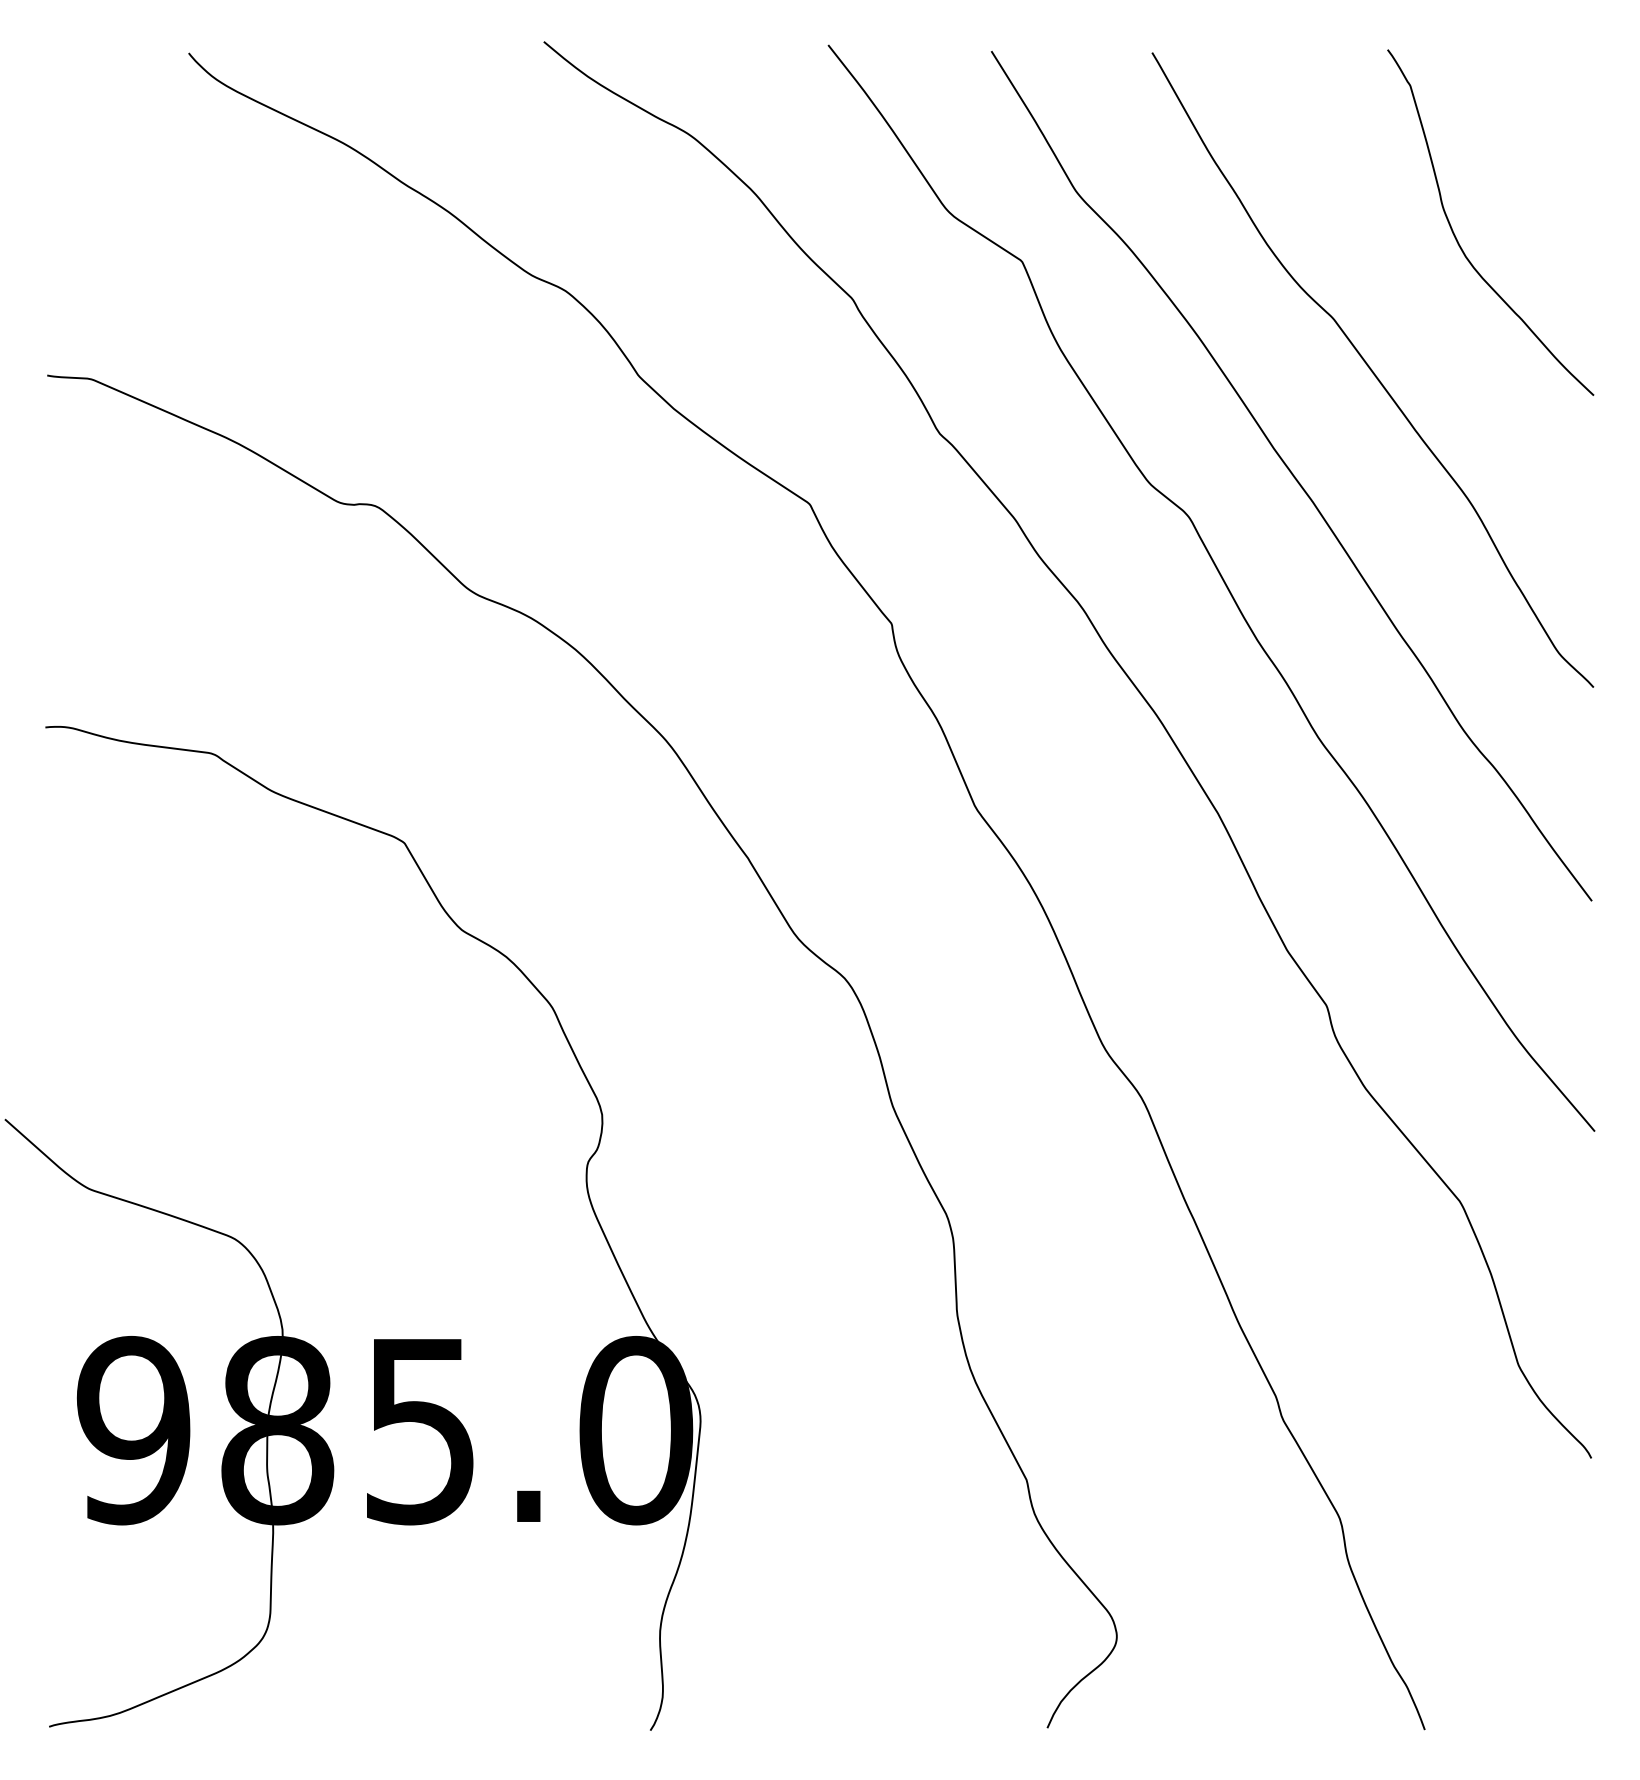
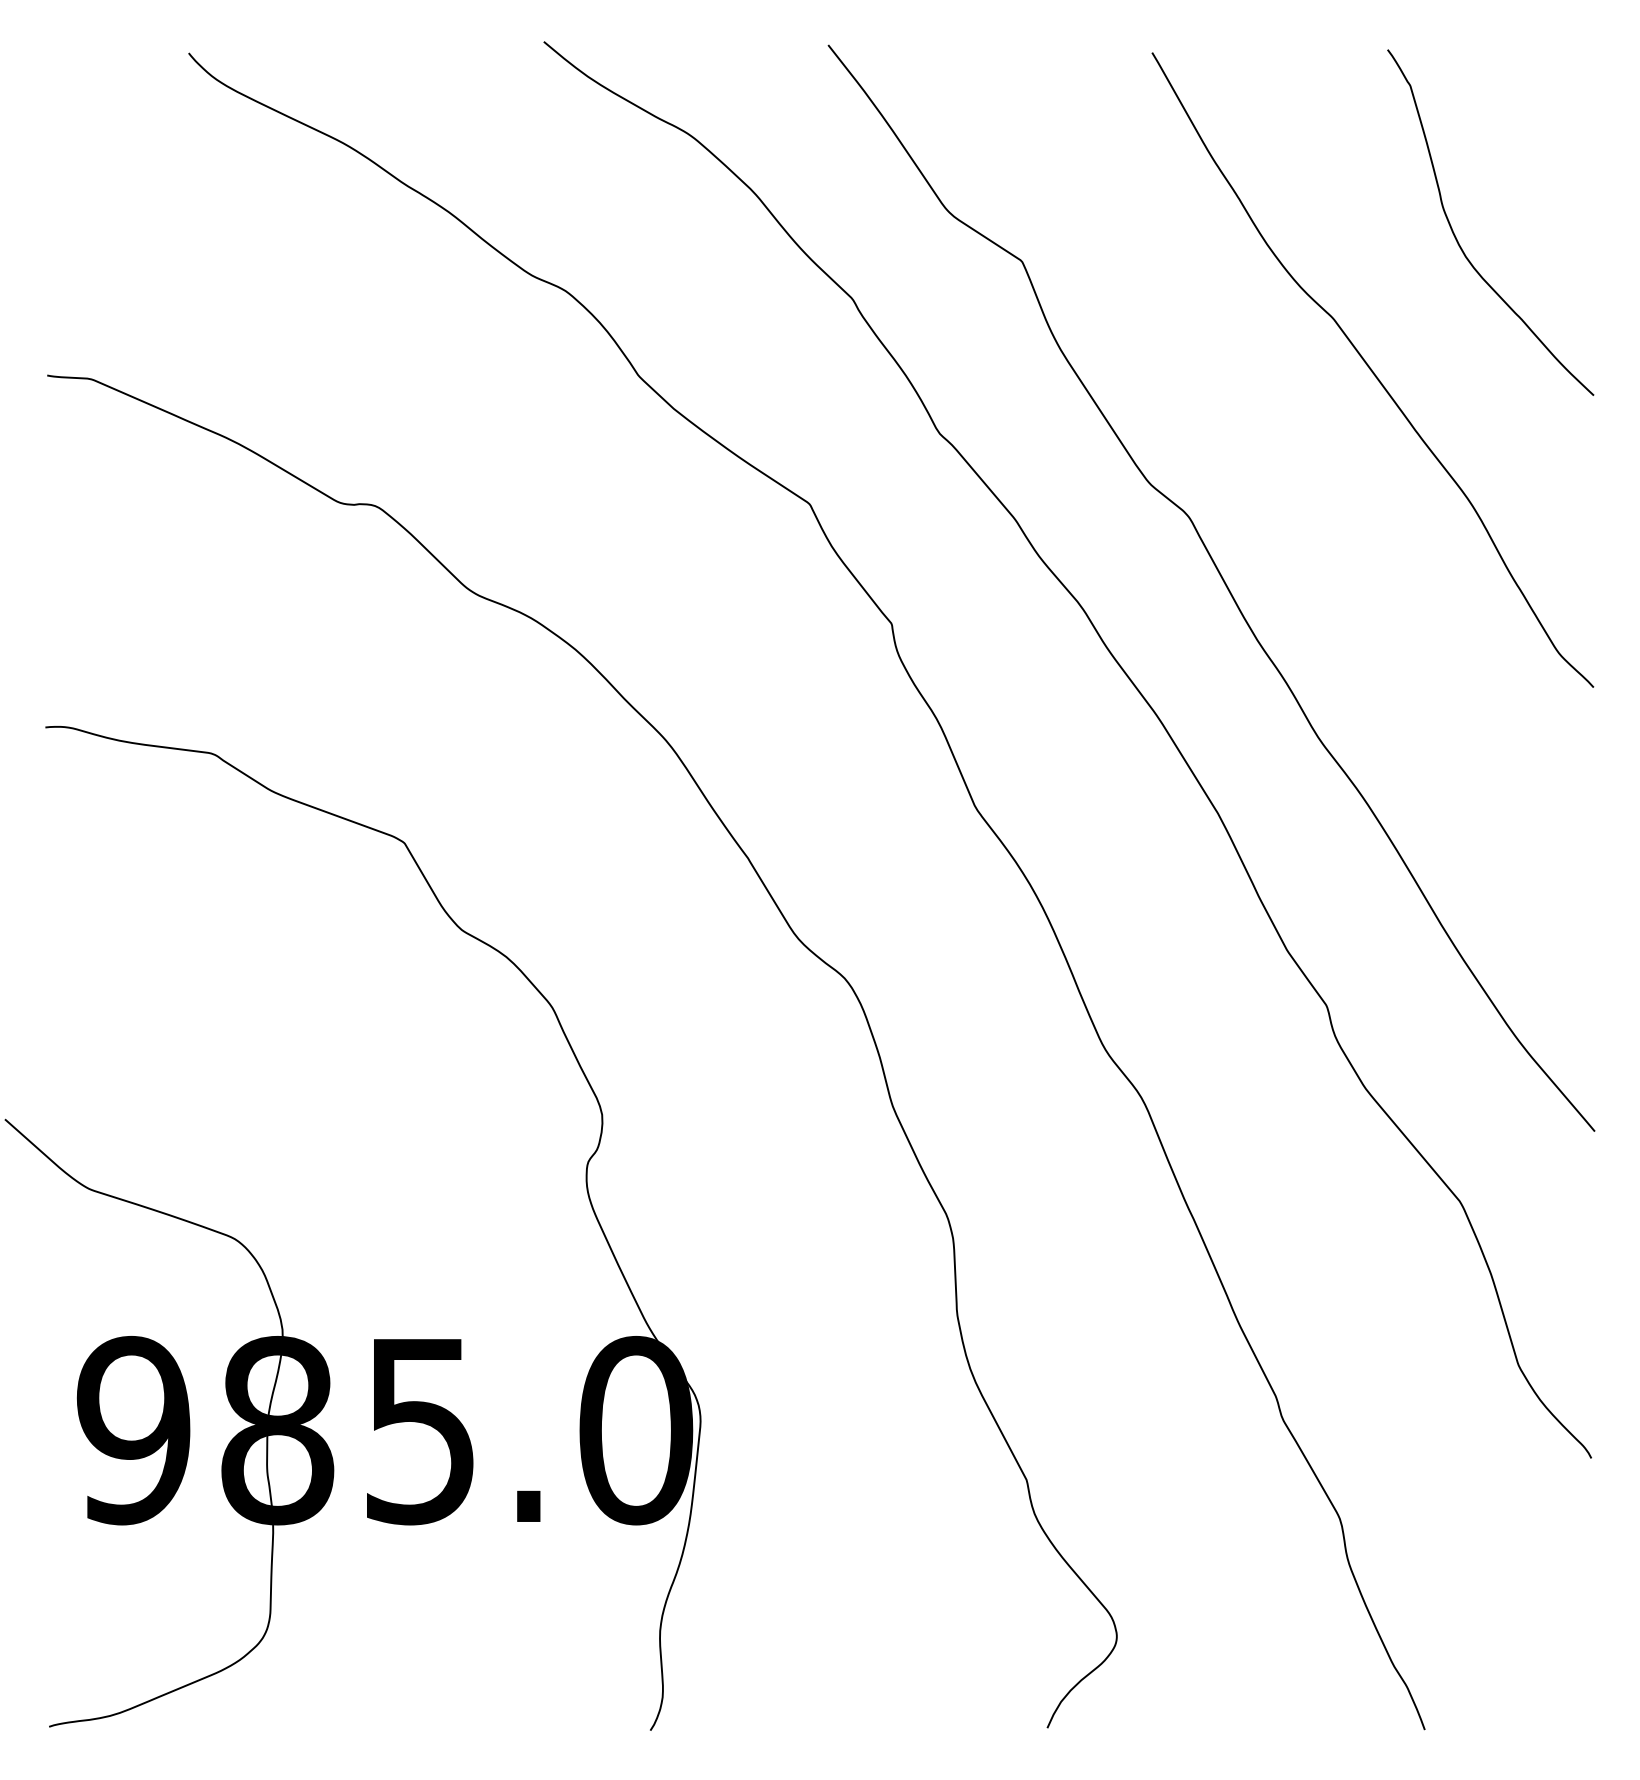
curve at (1292, 476): present -> none
